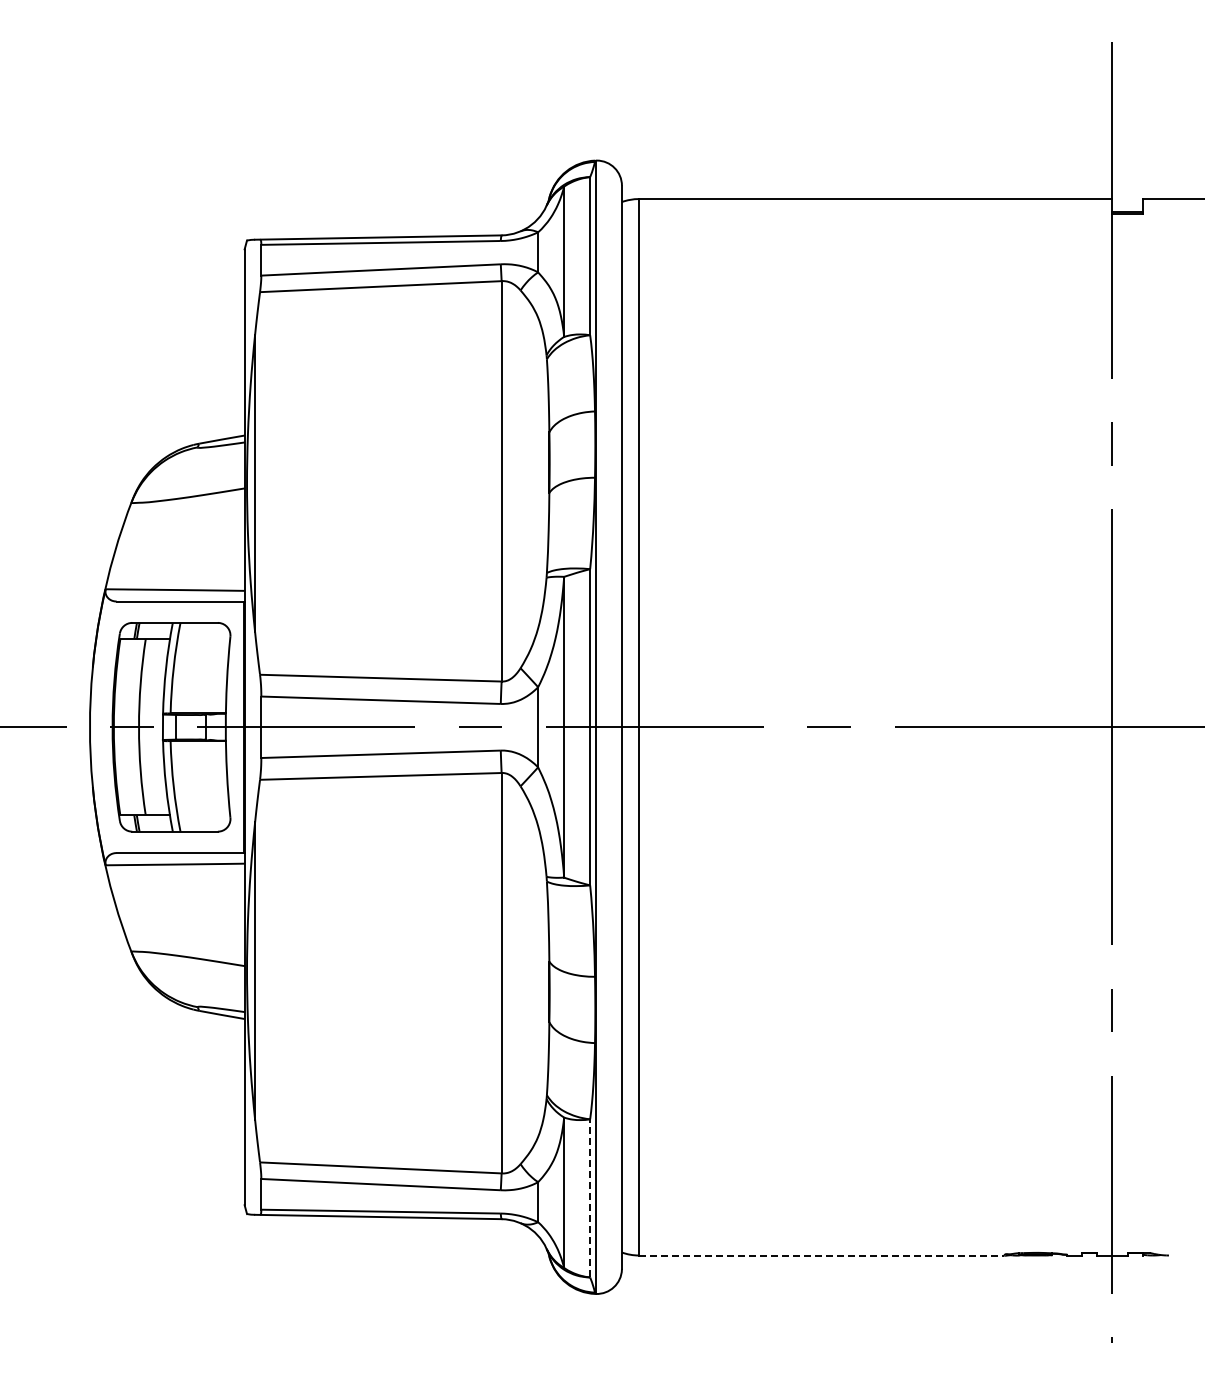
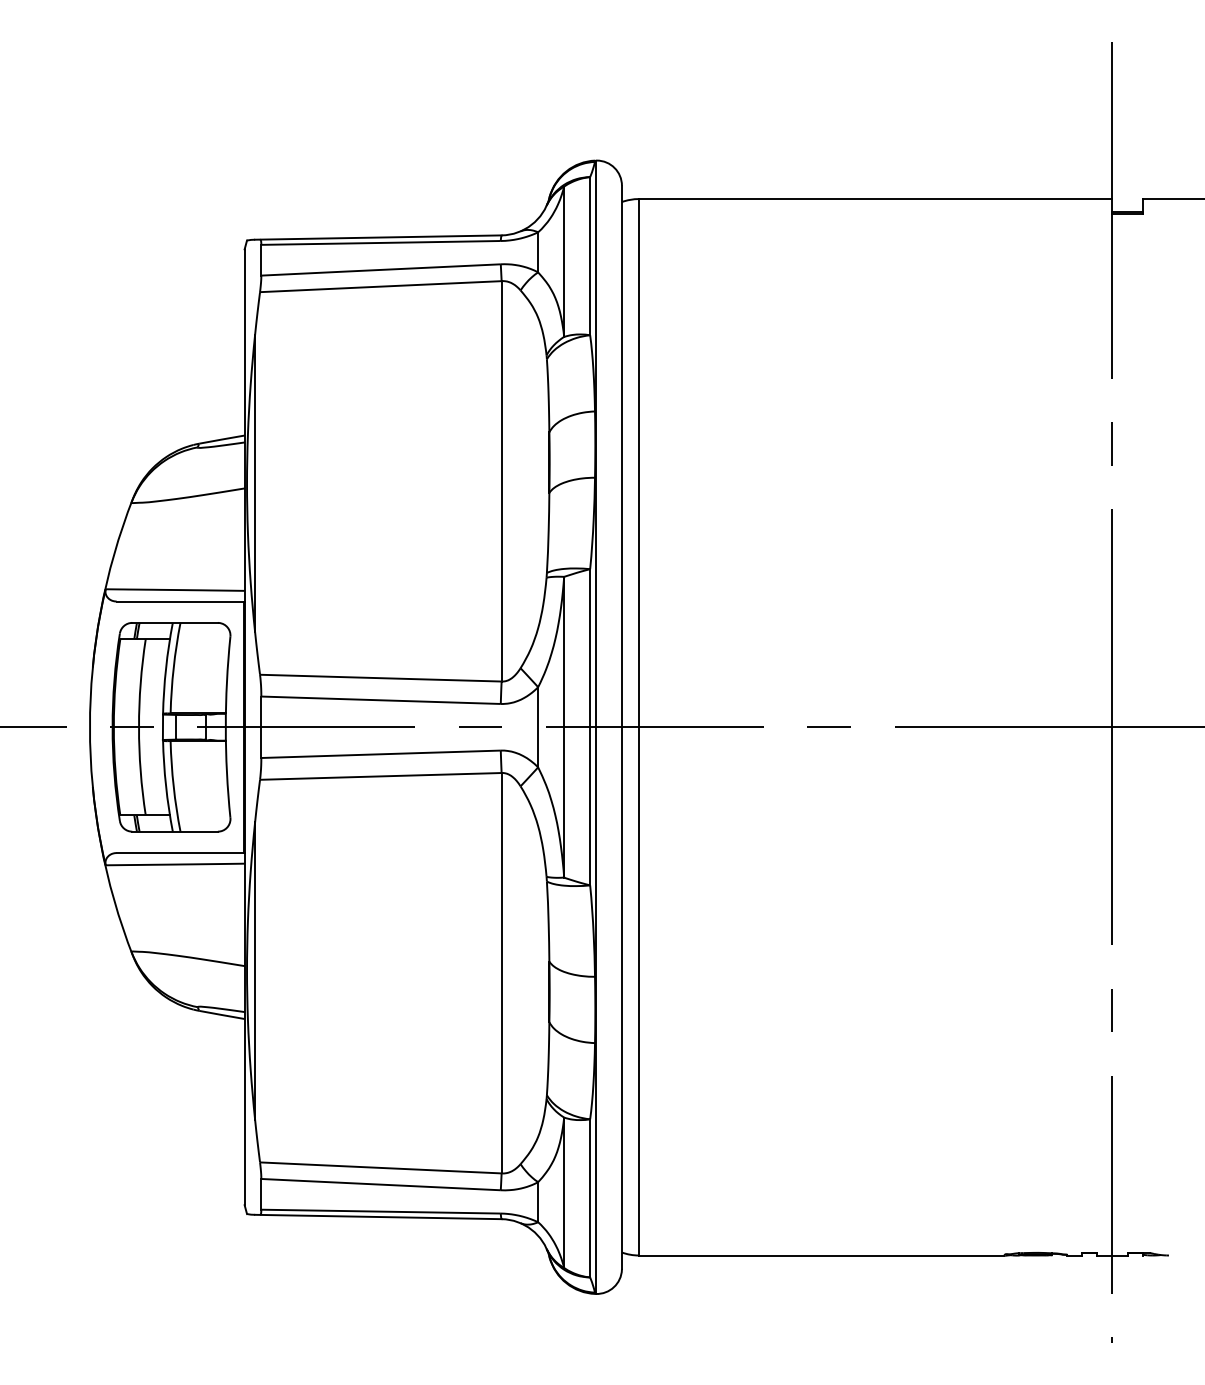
line at (590, 1197): dashed -> solid
line at (821, 1255): dashed -> solid
